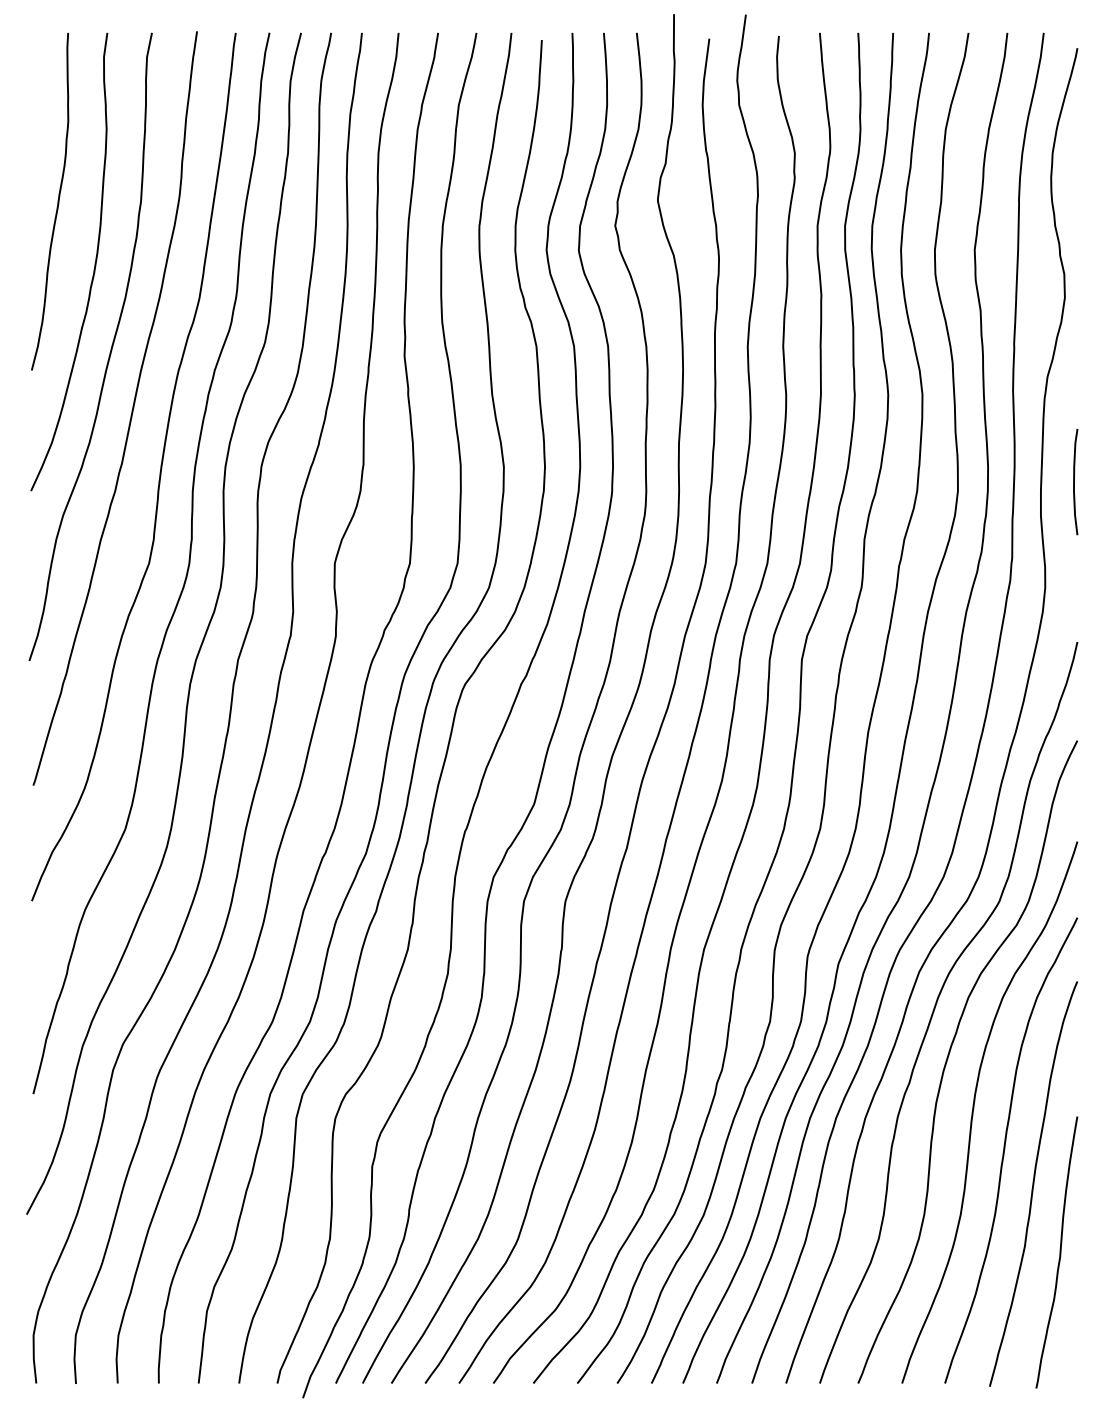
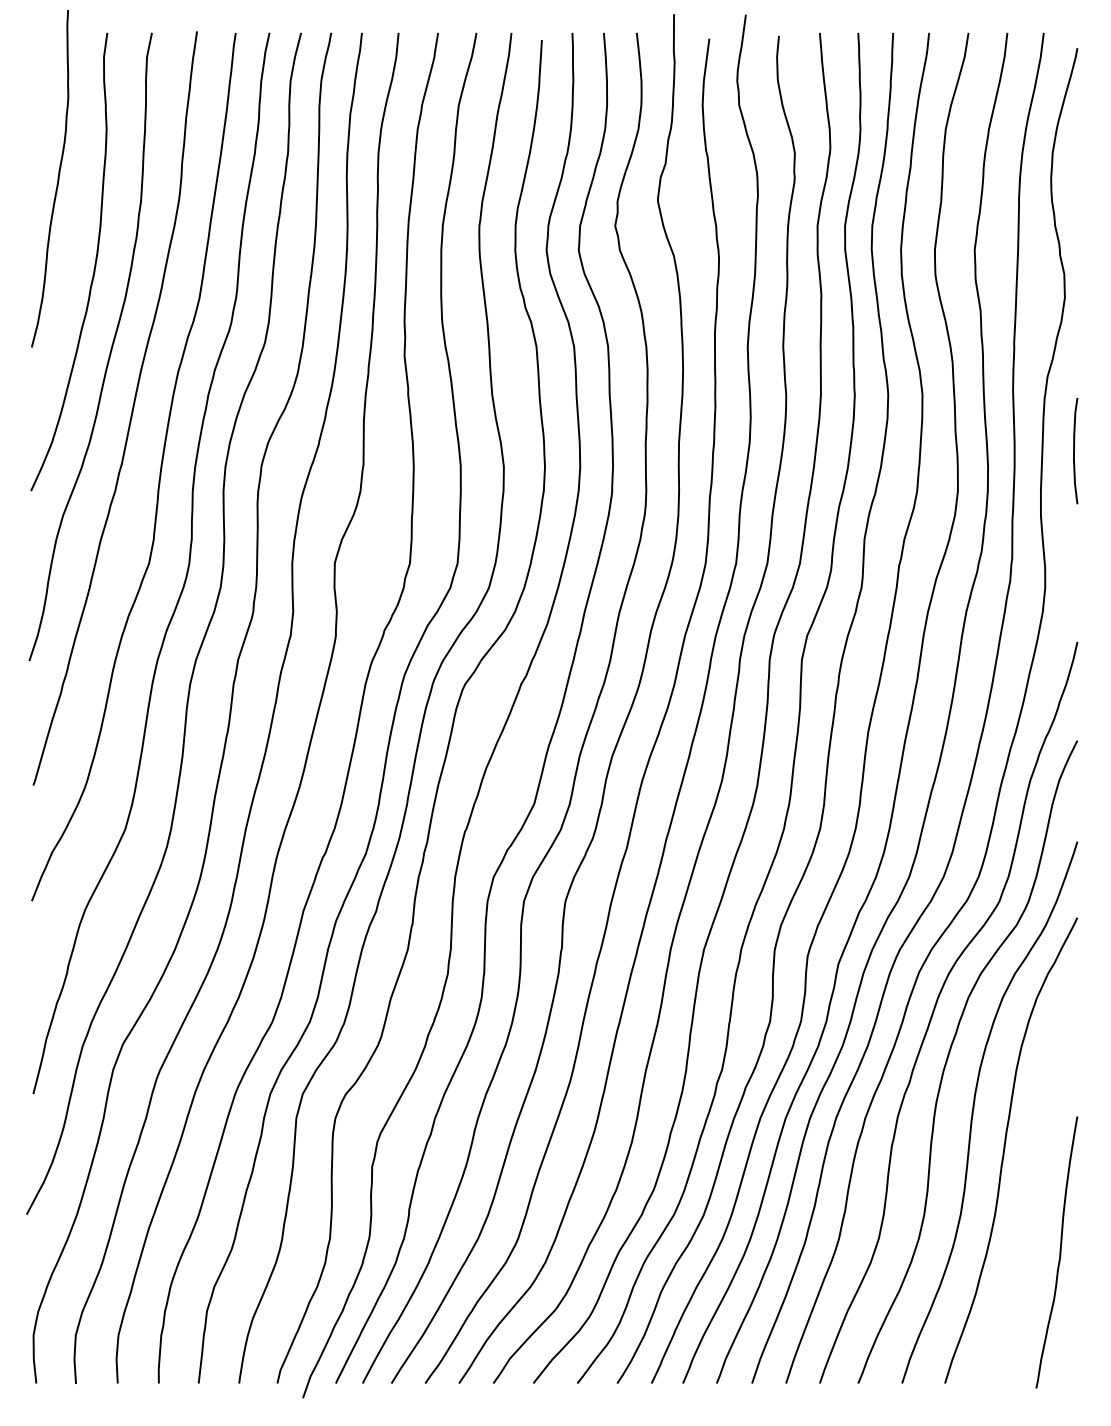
curve at (57, 201) position: (57, 201) -> (57, 178)
curve at (1074, 482) position: (1074, 482) -> (1074, 451)
curve at (1033, 1183): present -> none
